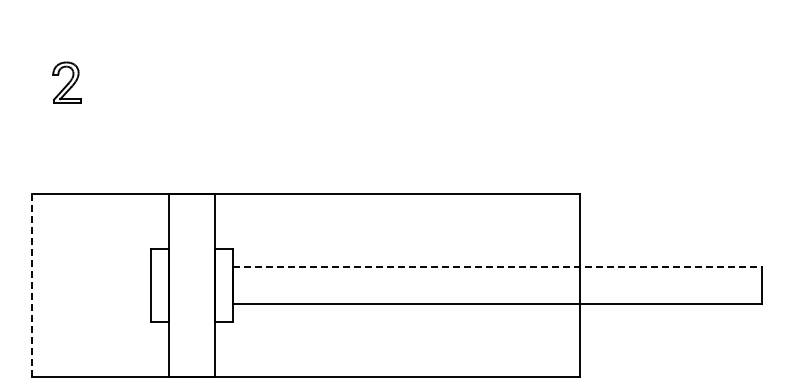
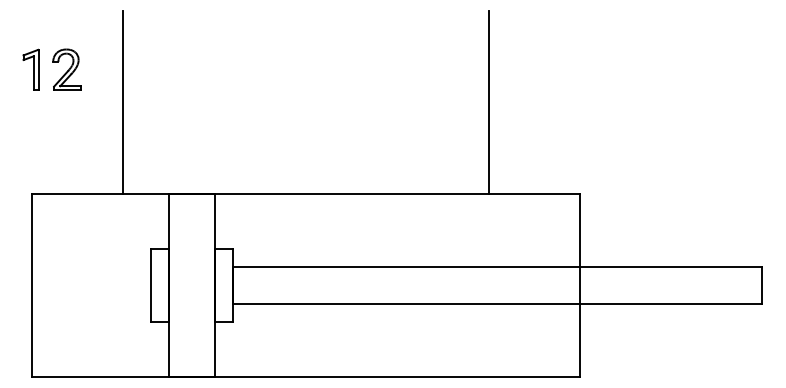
part at (30, 69): none -> present
part at (66, 82) position: (66, 82) -> (66, 69)
line at (123, 102): none -> present
line at (488, 102): none -> present
line at (497, 267): dashed -> solid
line at (32, 284): dashed -> solid
